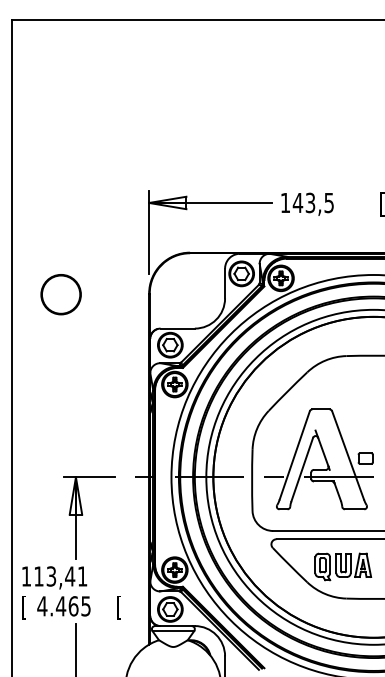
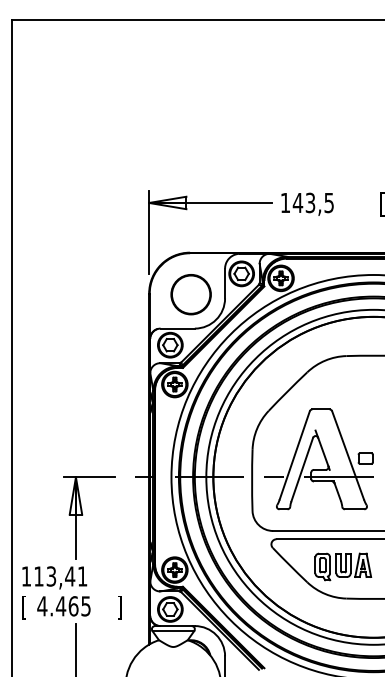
circle at (60, 294) position: (60, 294) -> (190, 294)
text at (119, 607): [ -> ]
